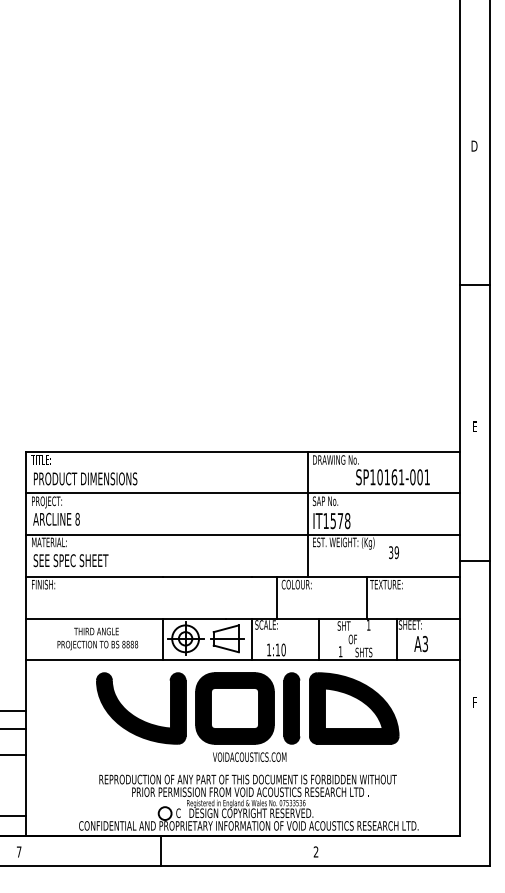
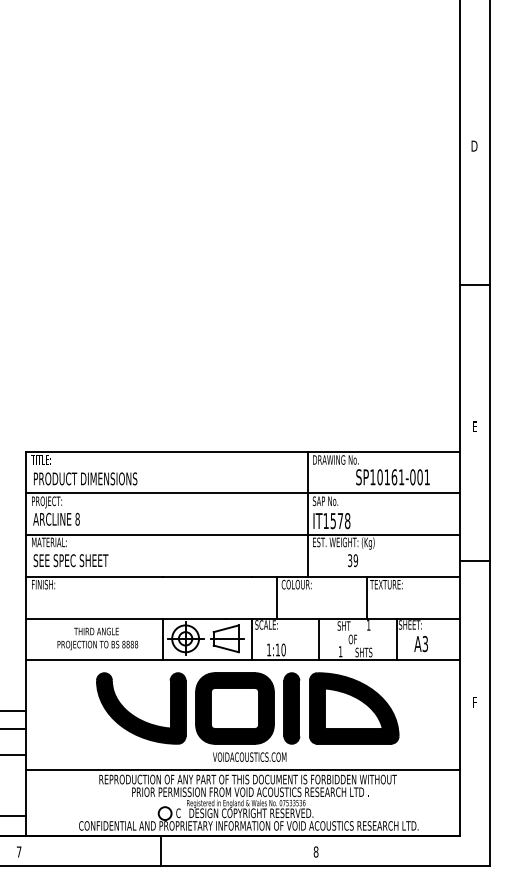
text at (393, 552) position: (393, 552) -> (352, 560)
line at (242, 769): none -> present
text at (315, 851): 2 -> 8
